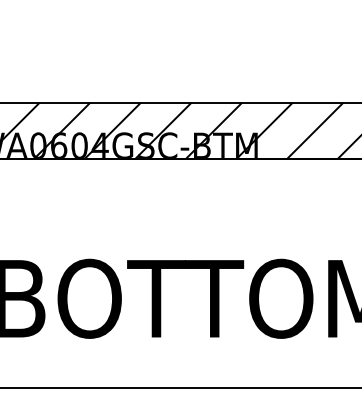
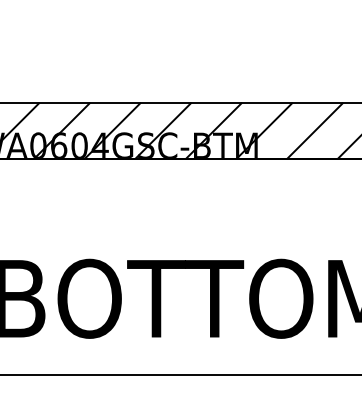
line at (180, 388) position: (180, 388) -> (180, 375)
